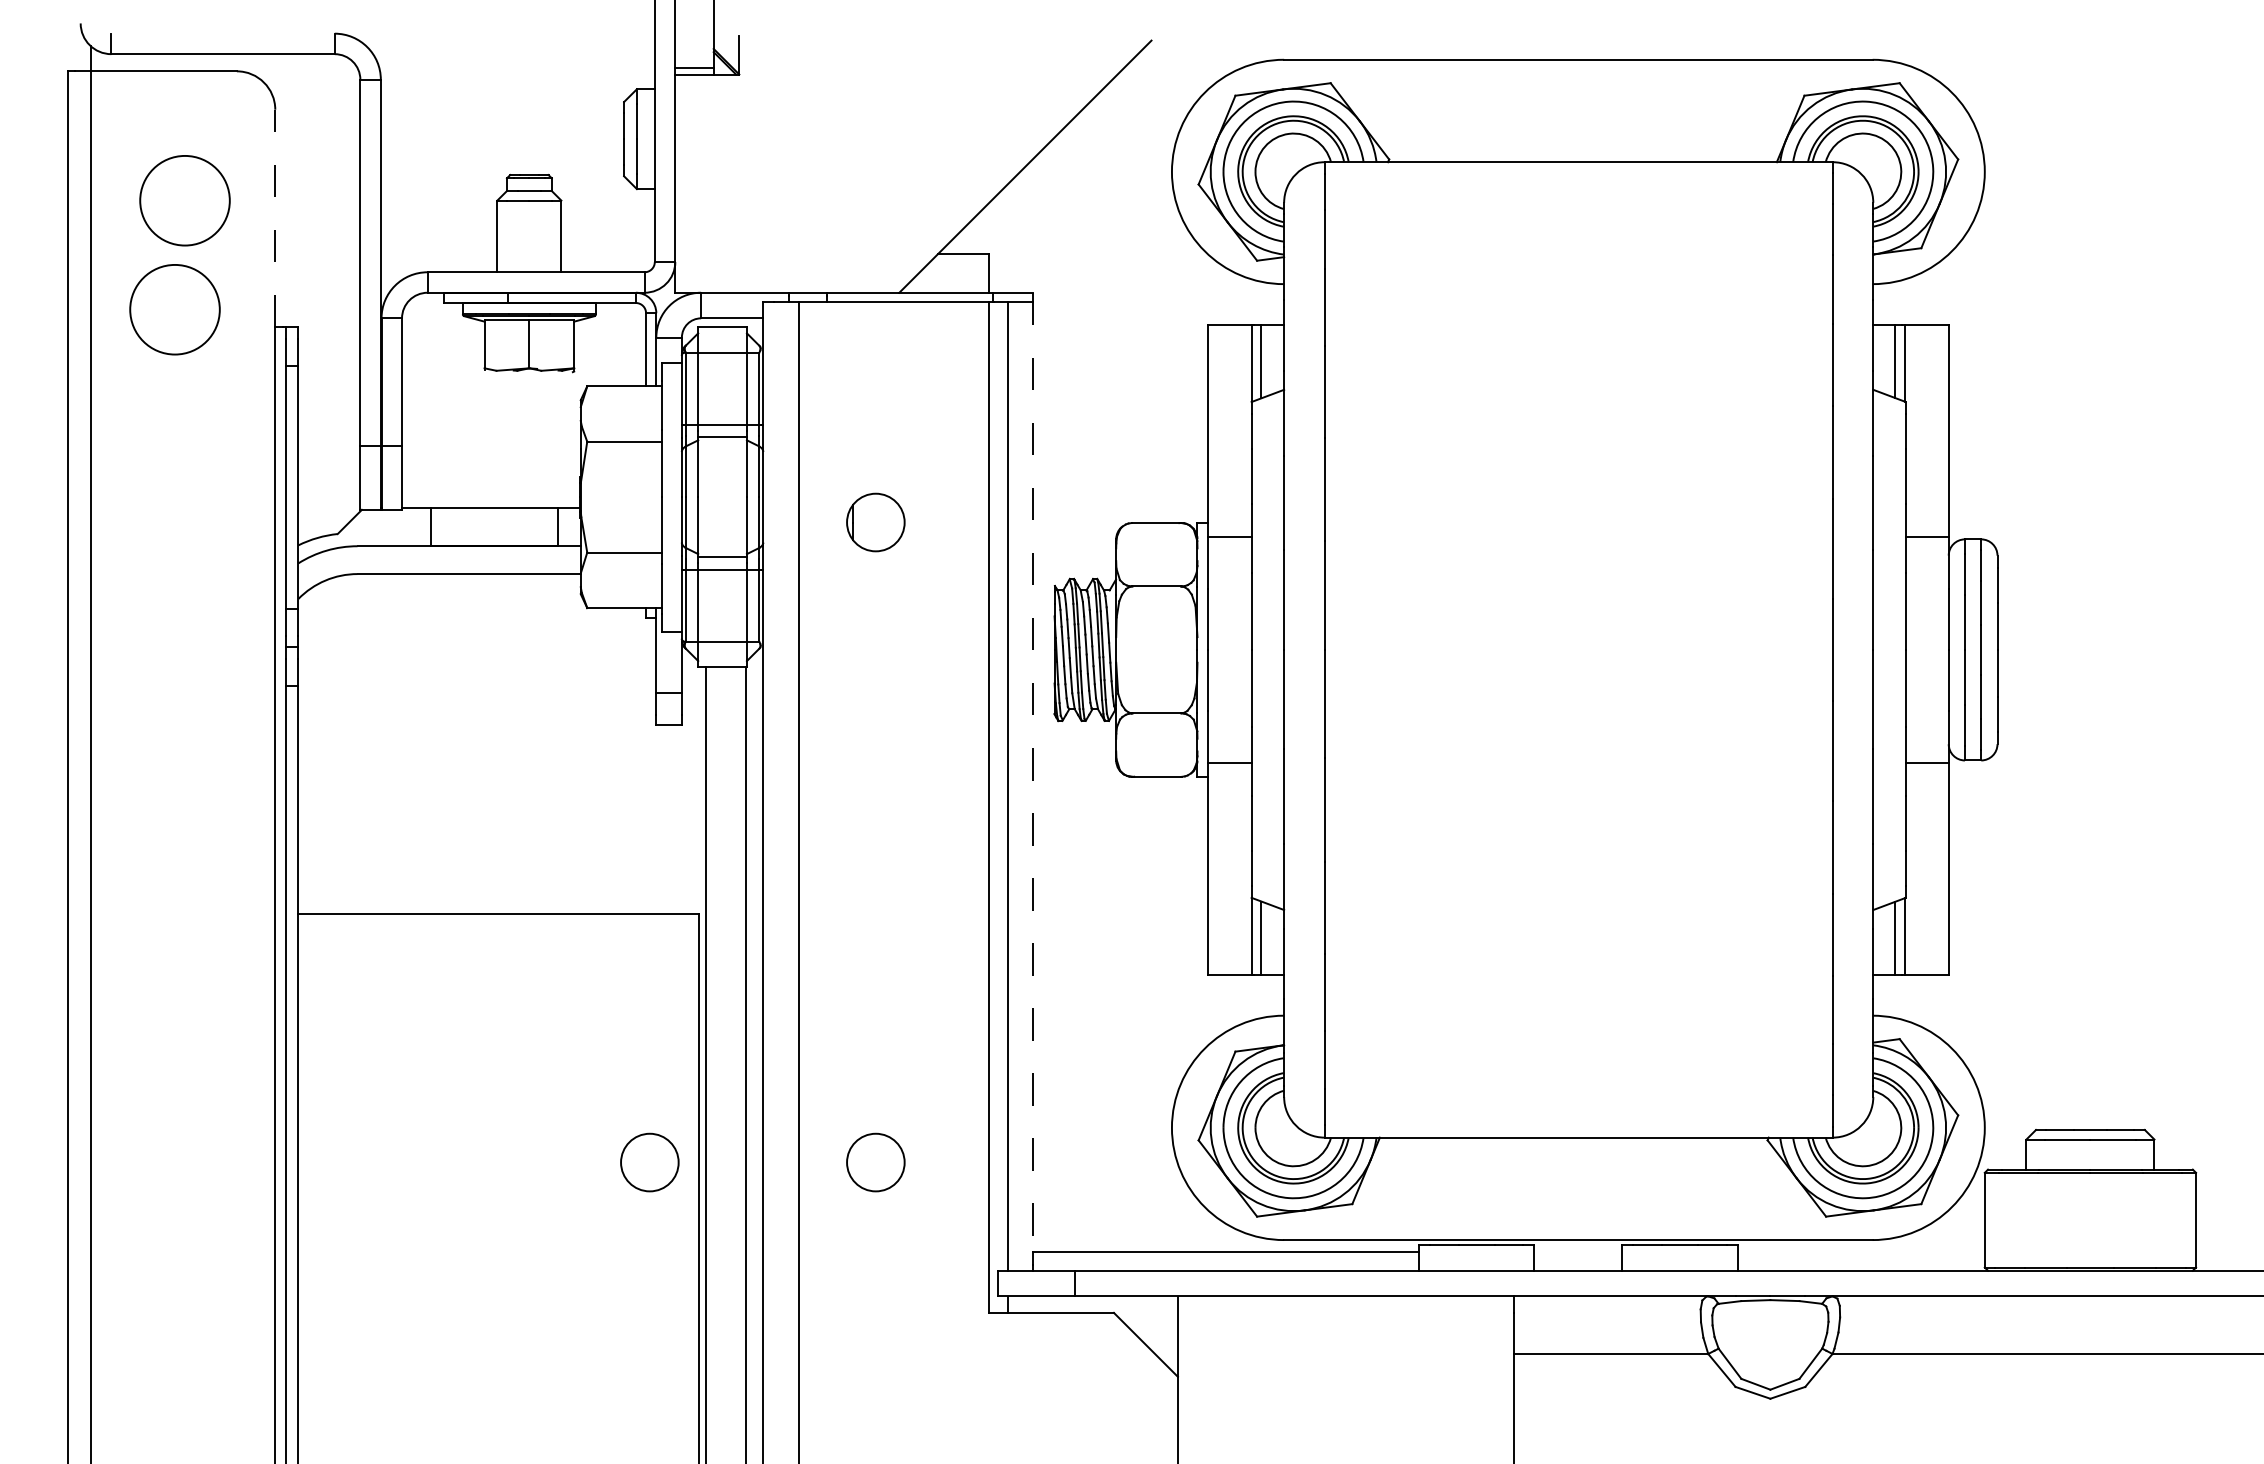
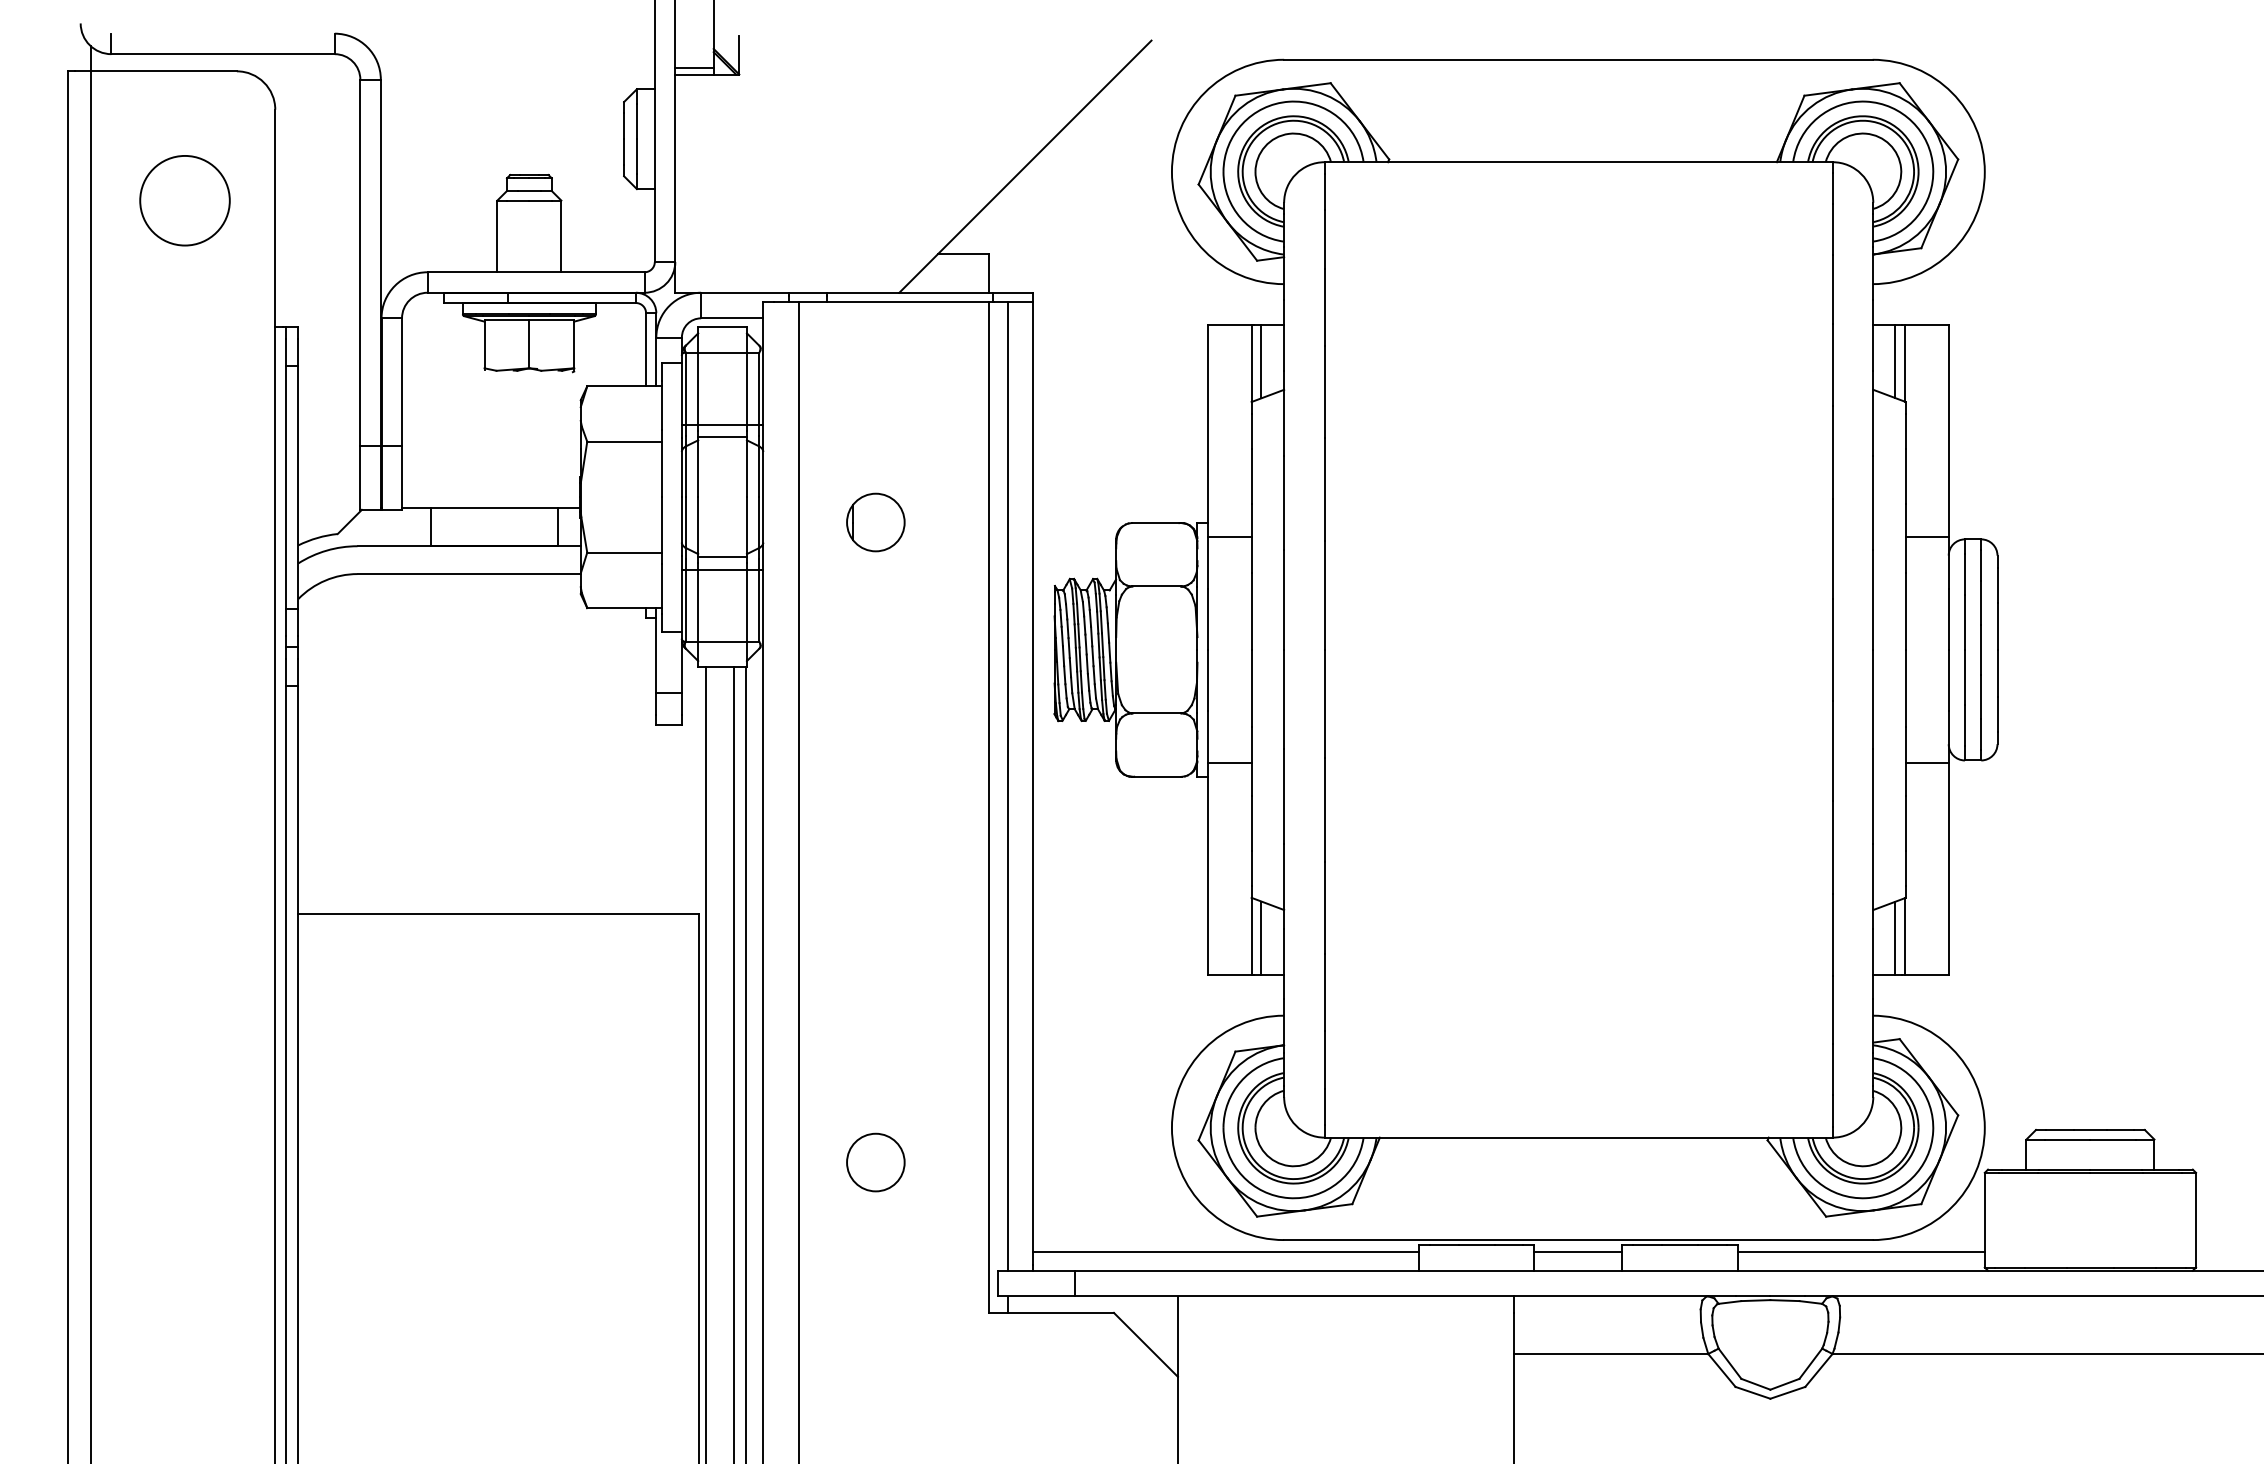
line at (275, 218): dashed -> solid
circle at (174, 309): present -> none
line at (1033, 772): dashed -> solid
line at (733, 1063): none -> present
circle at (649, 1162): present -> none
line at (1578, 1251): none -> present
line at (1860, 1251): none -> present
